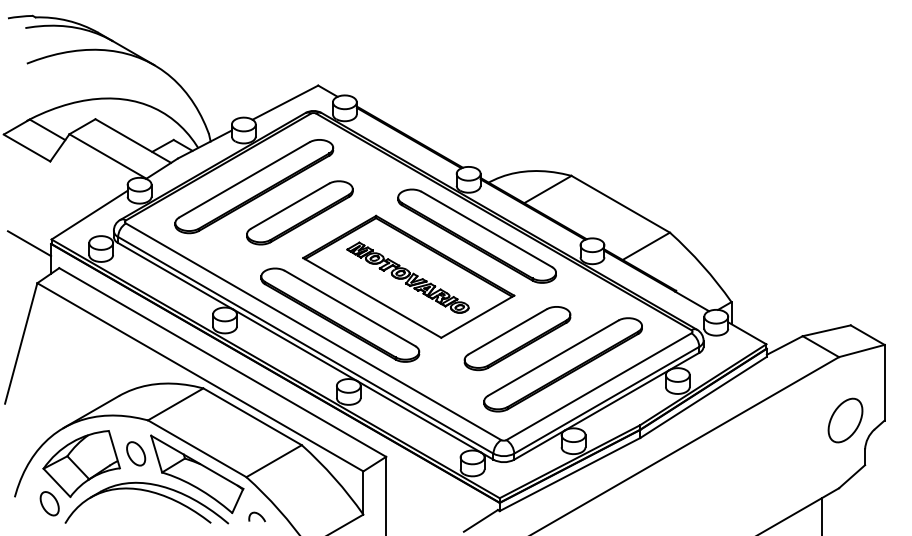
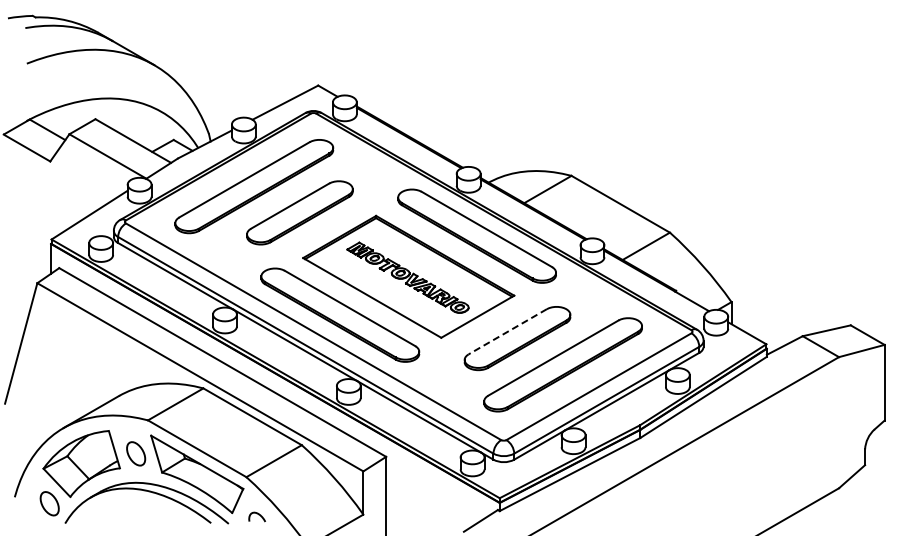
line at (29, 243): present -> none
line at (507, 332): solid -> dashed
part at (845, 420): present -> none
line at (822, 514): present -> none
